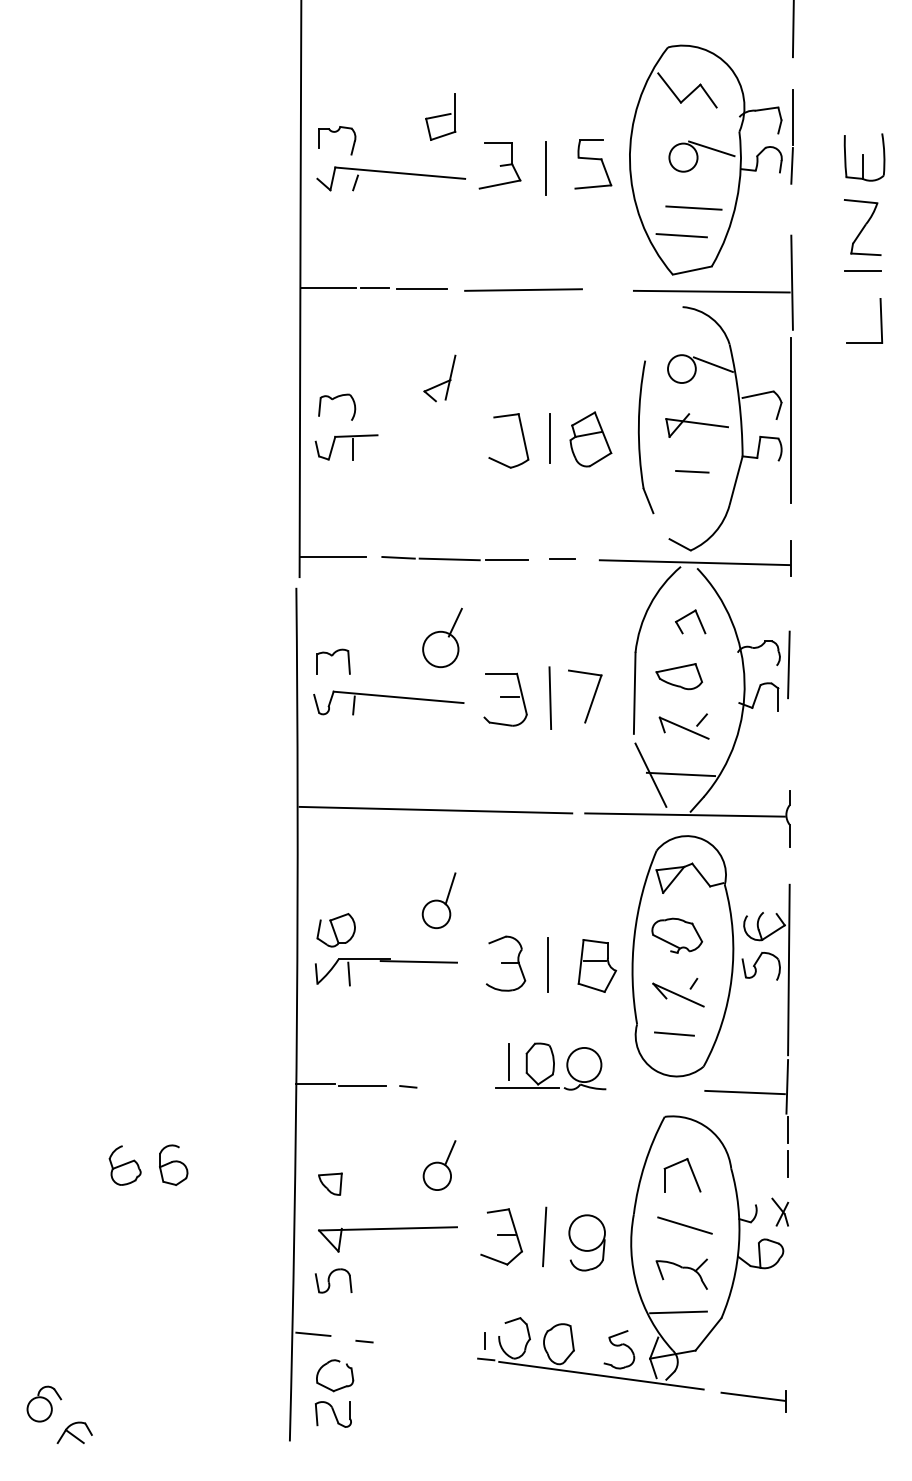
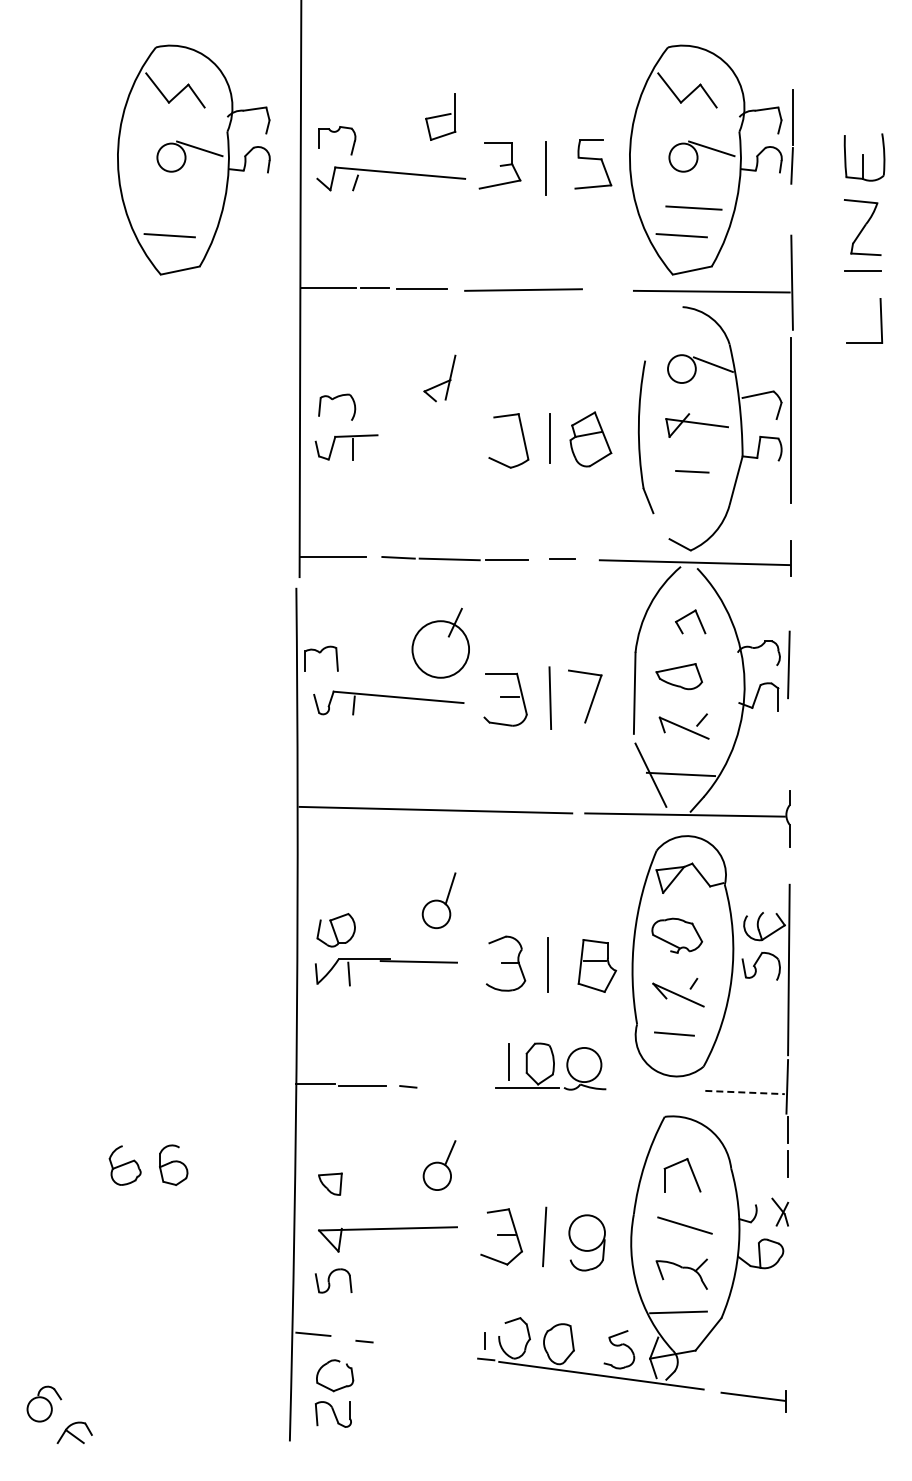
line at (792, 29): present -> none
part at (193, 159): none -> present
circle at (440, 649) diameter: 35 px -> 57 px
part at (333, 661) position: (333, 661) -> (321, 658)
line at (745, 1092): solid -> dashed
